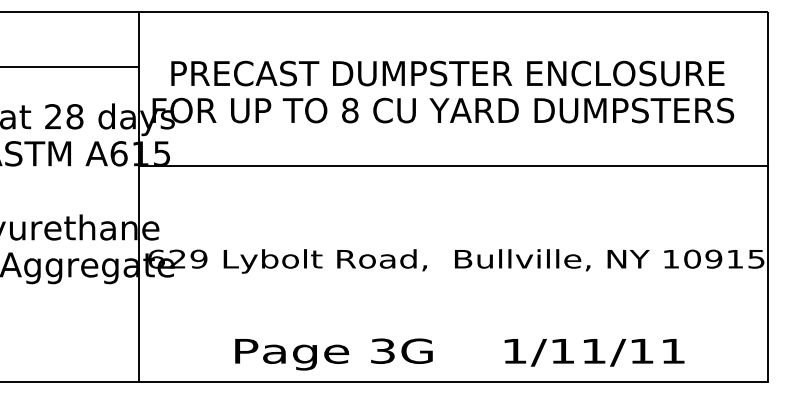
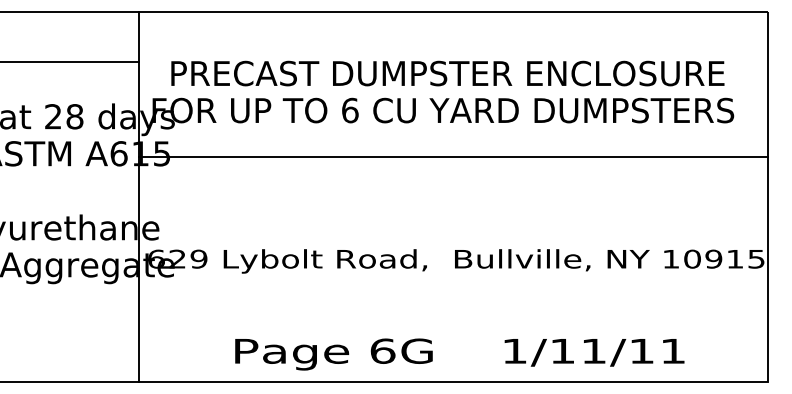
line at (70, 67) position: (70, 67) -> (70, 62)
text at (350, 110): 8 -> 6
line at (453, 166) position: (453, 166) -> (453, 157)
text at (382, 350): 3G -> 6G
